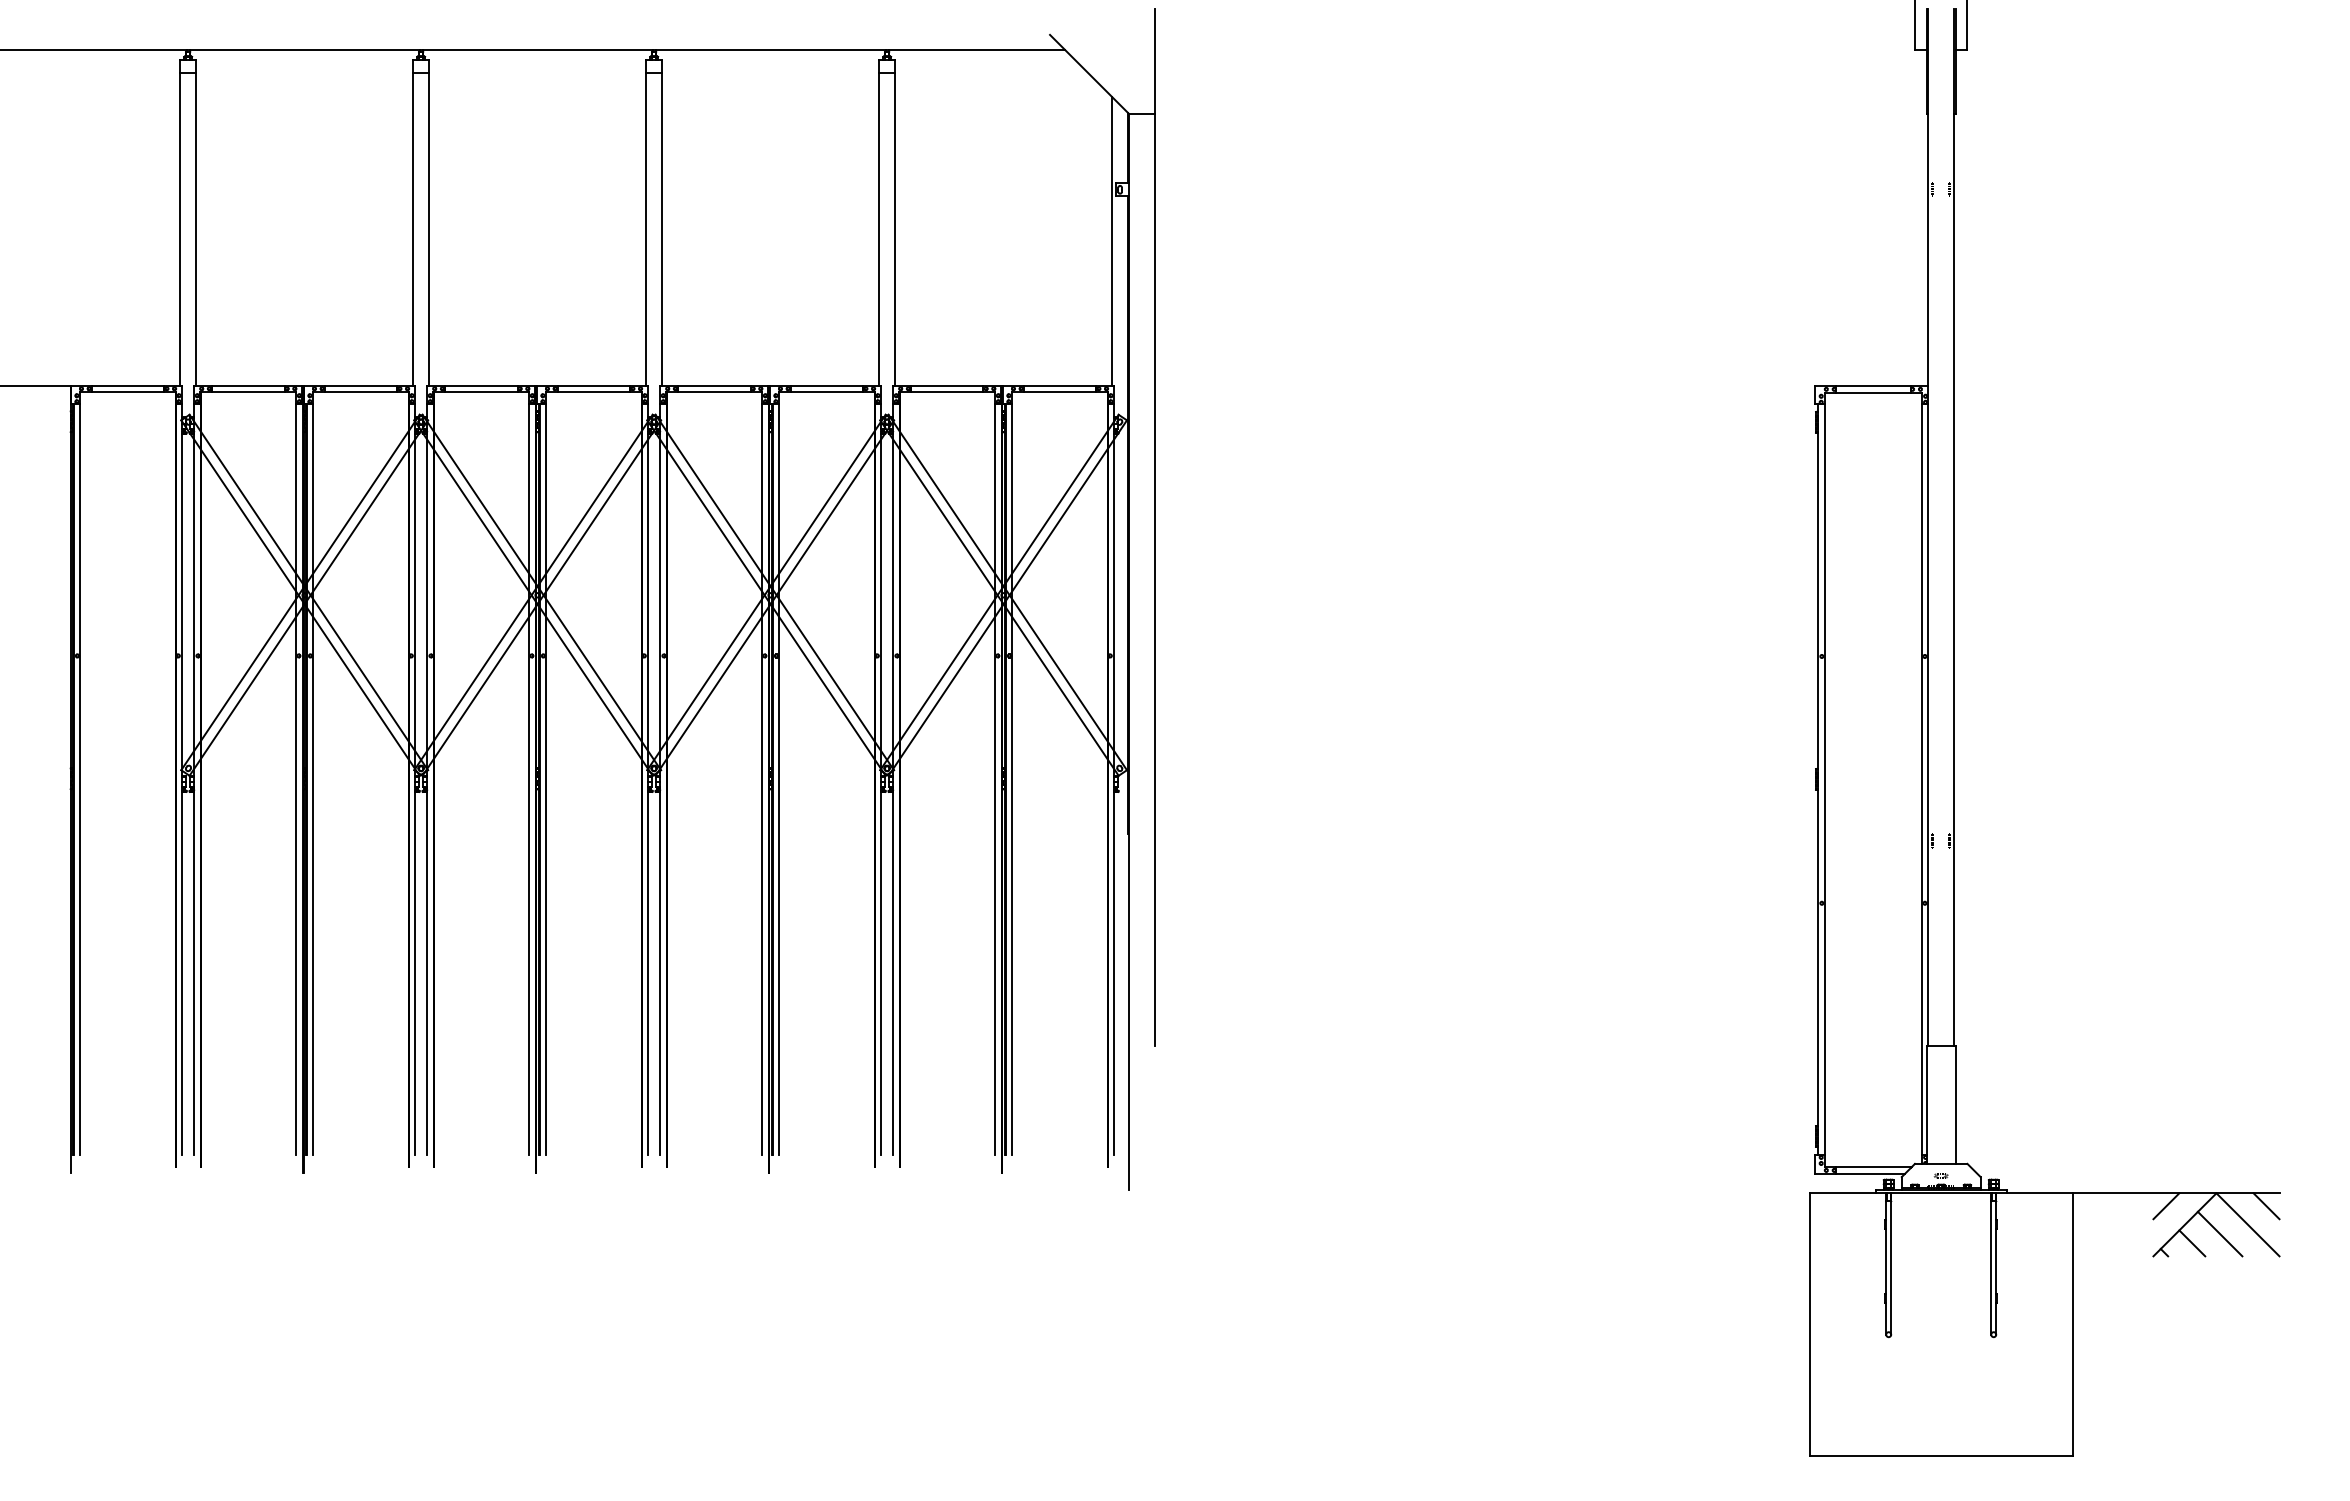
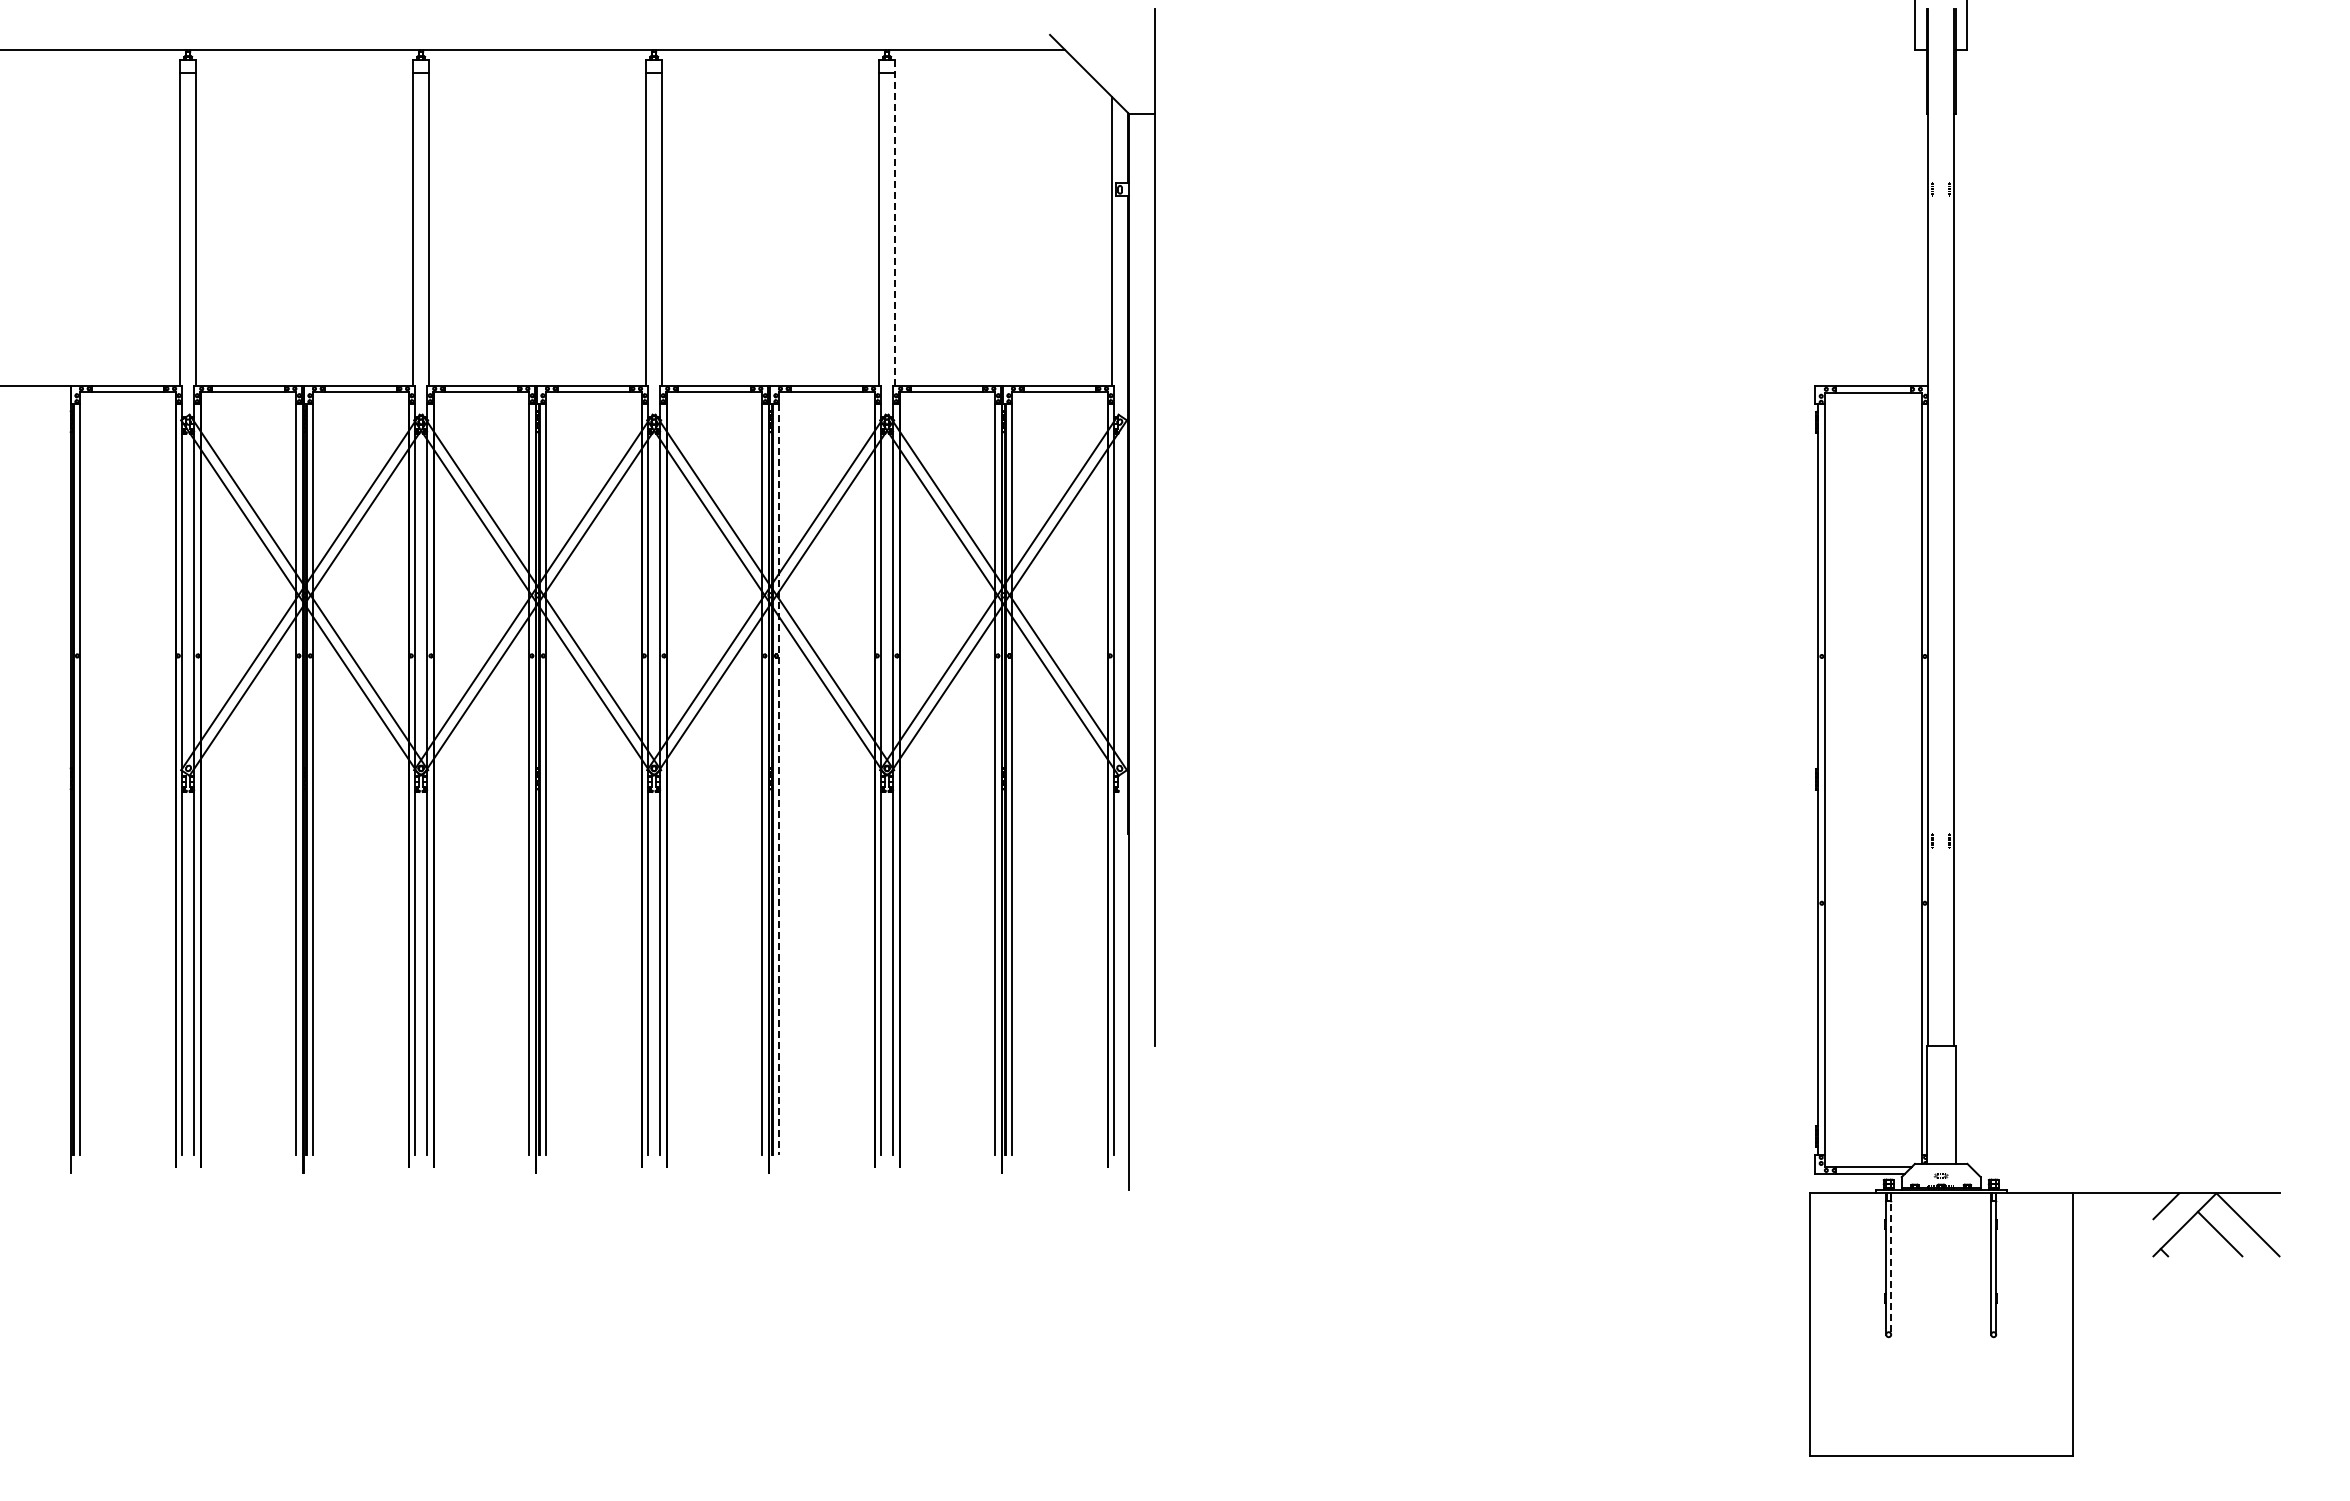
line at (895, 222): solid -> dashed
line at (779, 779): solid -> dashed
line at (2266, 1206): present -> none
line at (2192, 1243): present -> none
line at (1891, 1264): solid -> dashed
